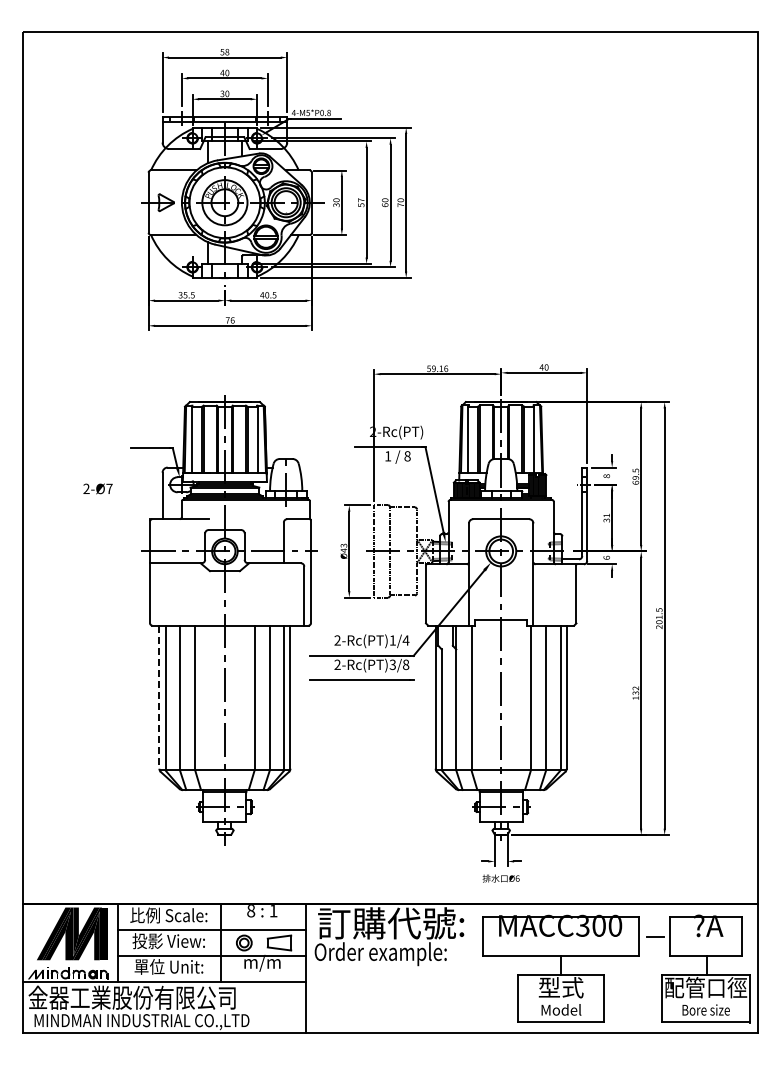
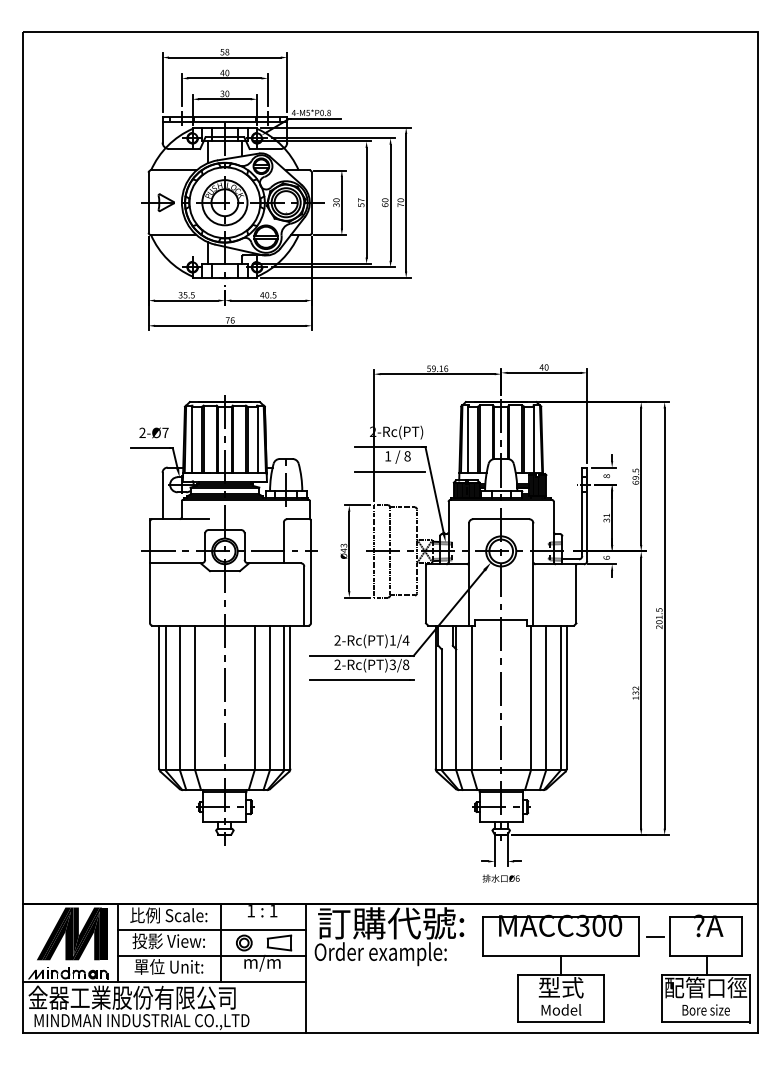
line at (389, 471): none -> present
text at (97, 488) position: (97, 488) -> (153, 432)
line at (159, 697): dashed -> solid
text at (251, 911): 8 -> 1
